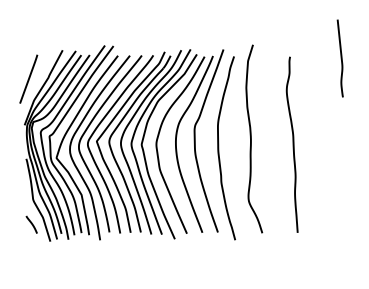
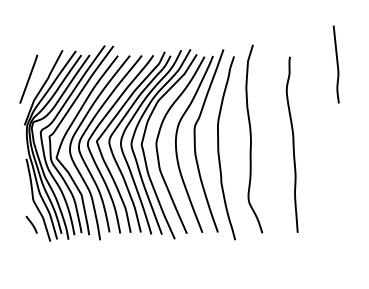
curve at (340, 58) position: (340, 58) -> (336, 64)
